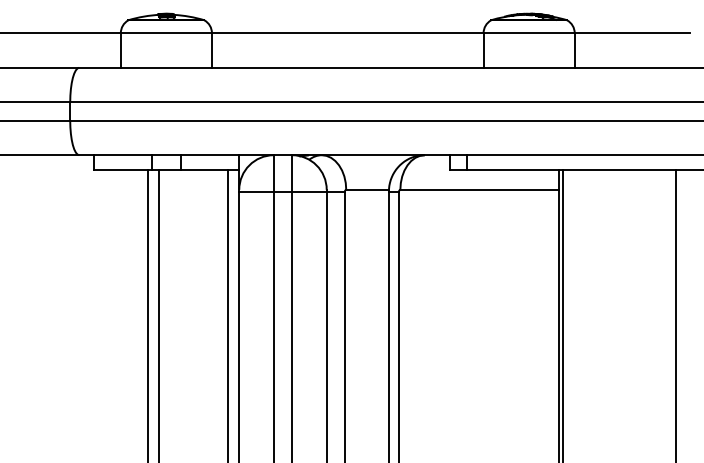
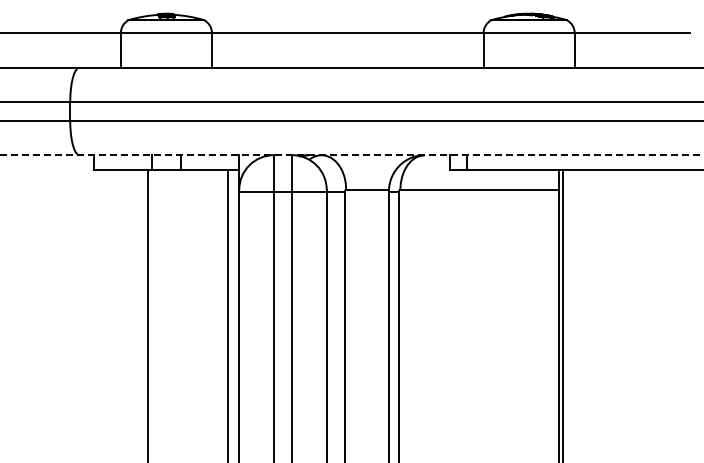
line at (351, 155): solid -> dashed
line at (159, 314): present -> none
line at (676, 314): present -> none
